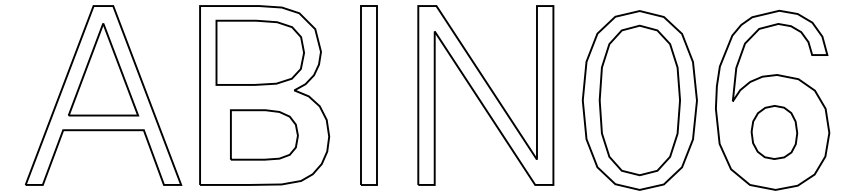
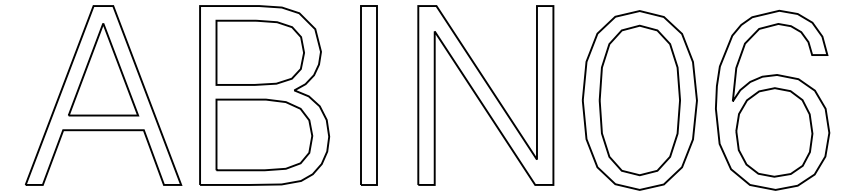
part at (774, 132) size: 49x55 px -> 79x91 px
part at (264, 134) size: 69x52 px -> 99x74 px
